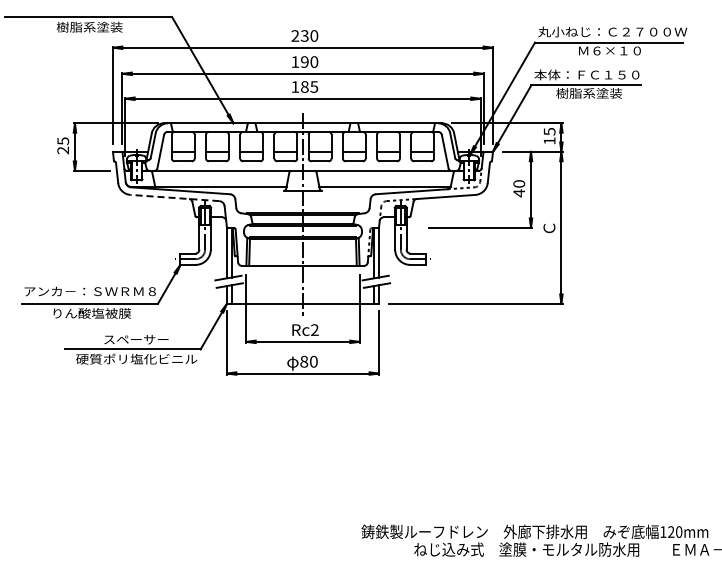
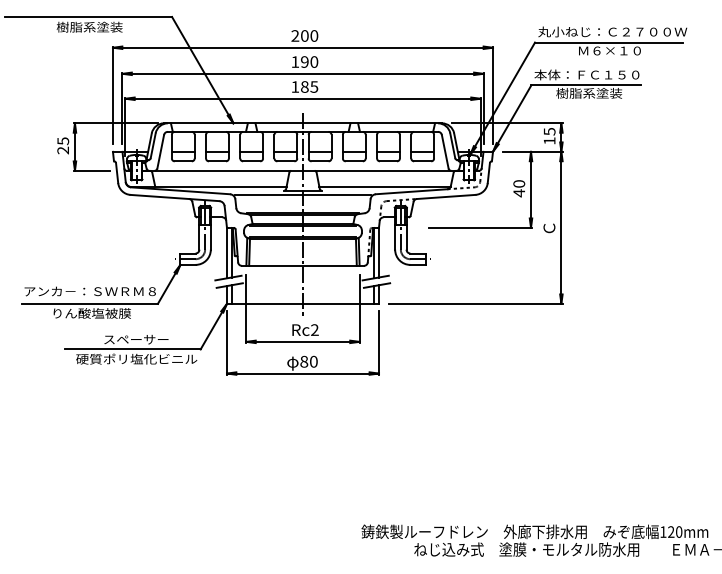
text at (304, 35): 230 -> 200
line at (302, 194): none -> present
line at (174, 198): dashed -> solid
